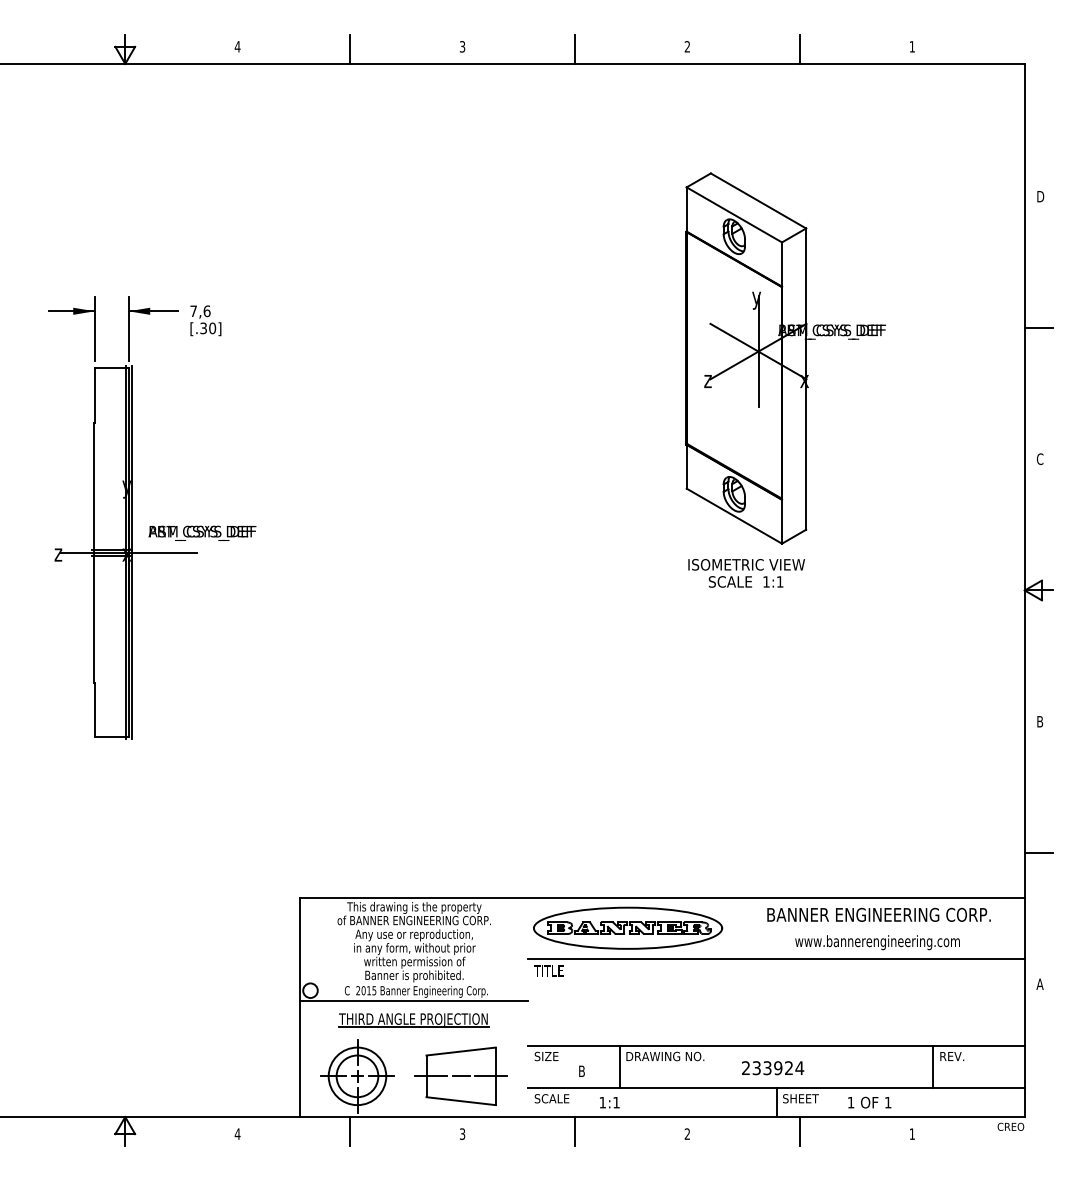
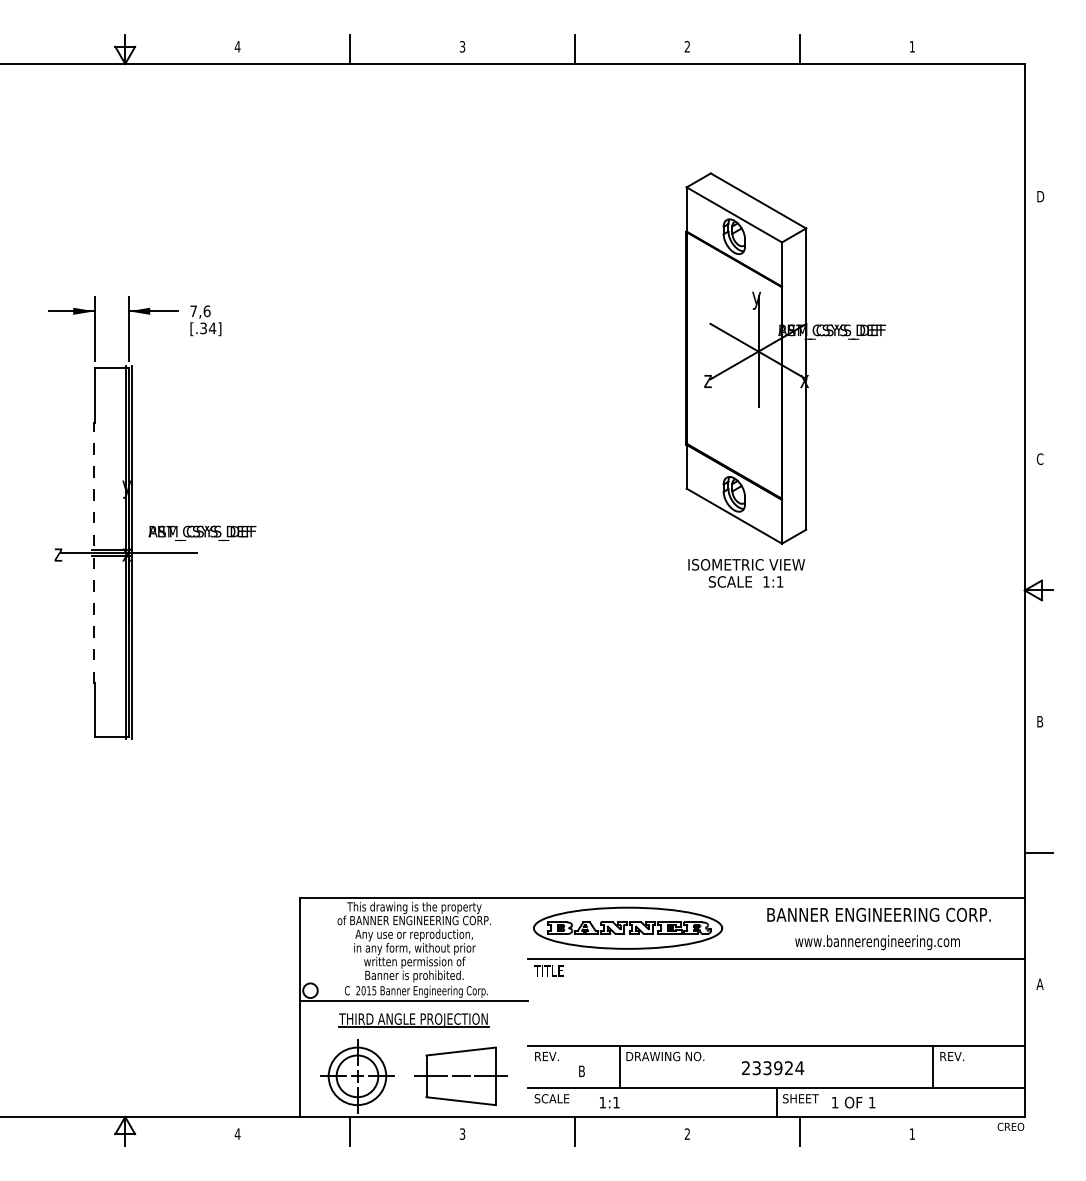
line at (1038, 327): present -> none
text at (212, 328): [.30] -> [.34]
line at (94, 552): solid -> dashed
text at (546, 1056): SIZE -> REV.
text at (869, 1102) position: (869, 1102) -> (853, 1102)
